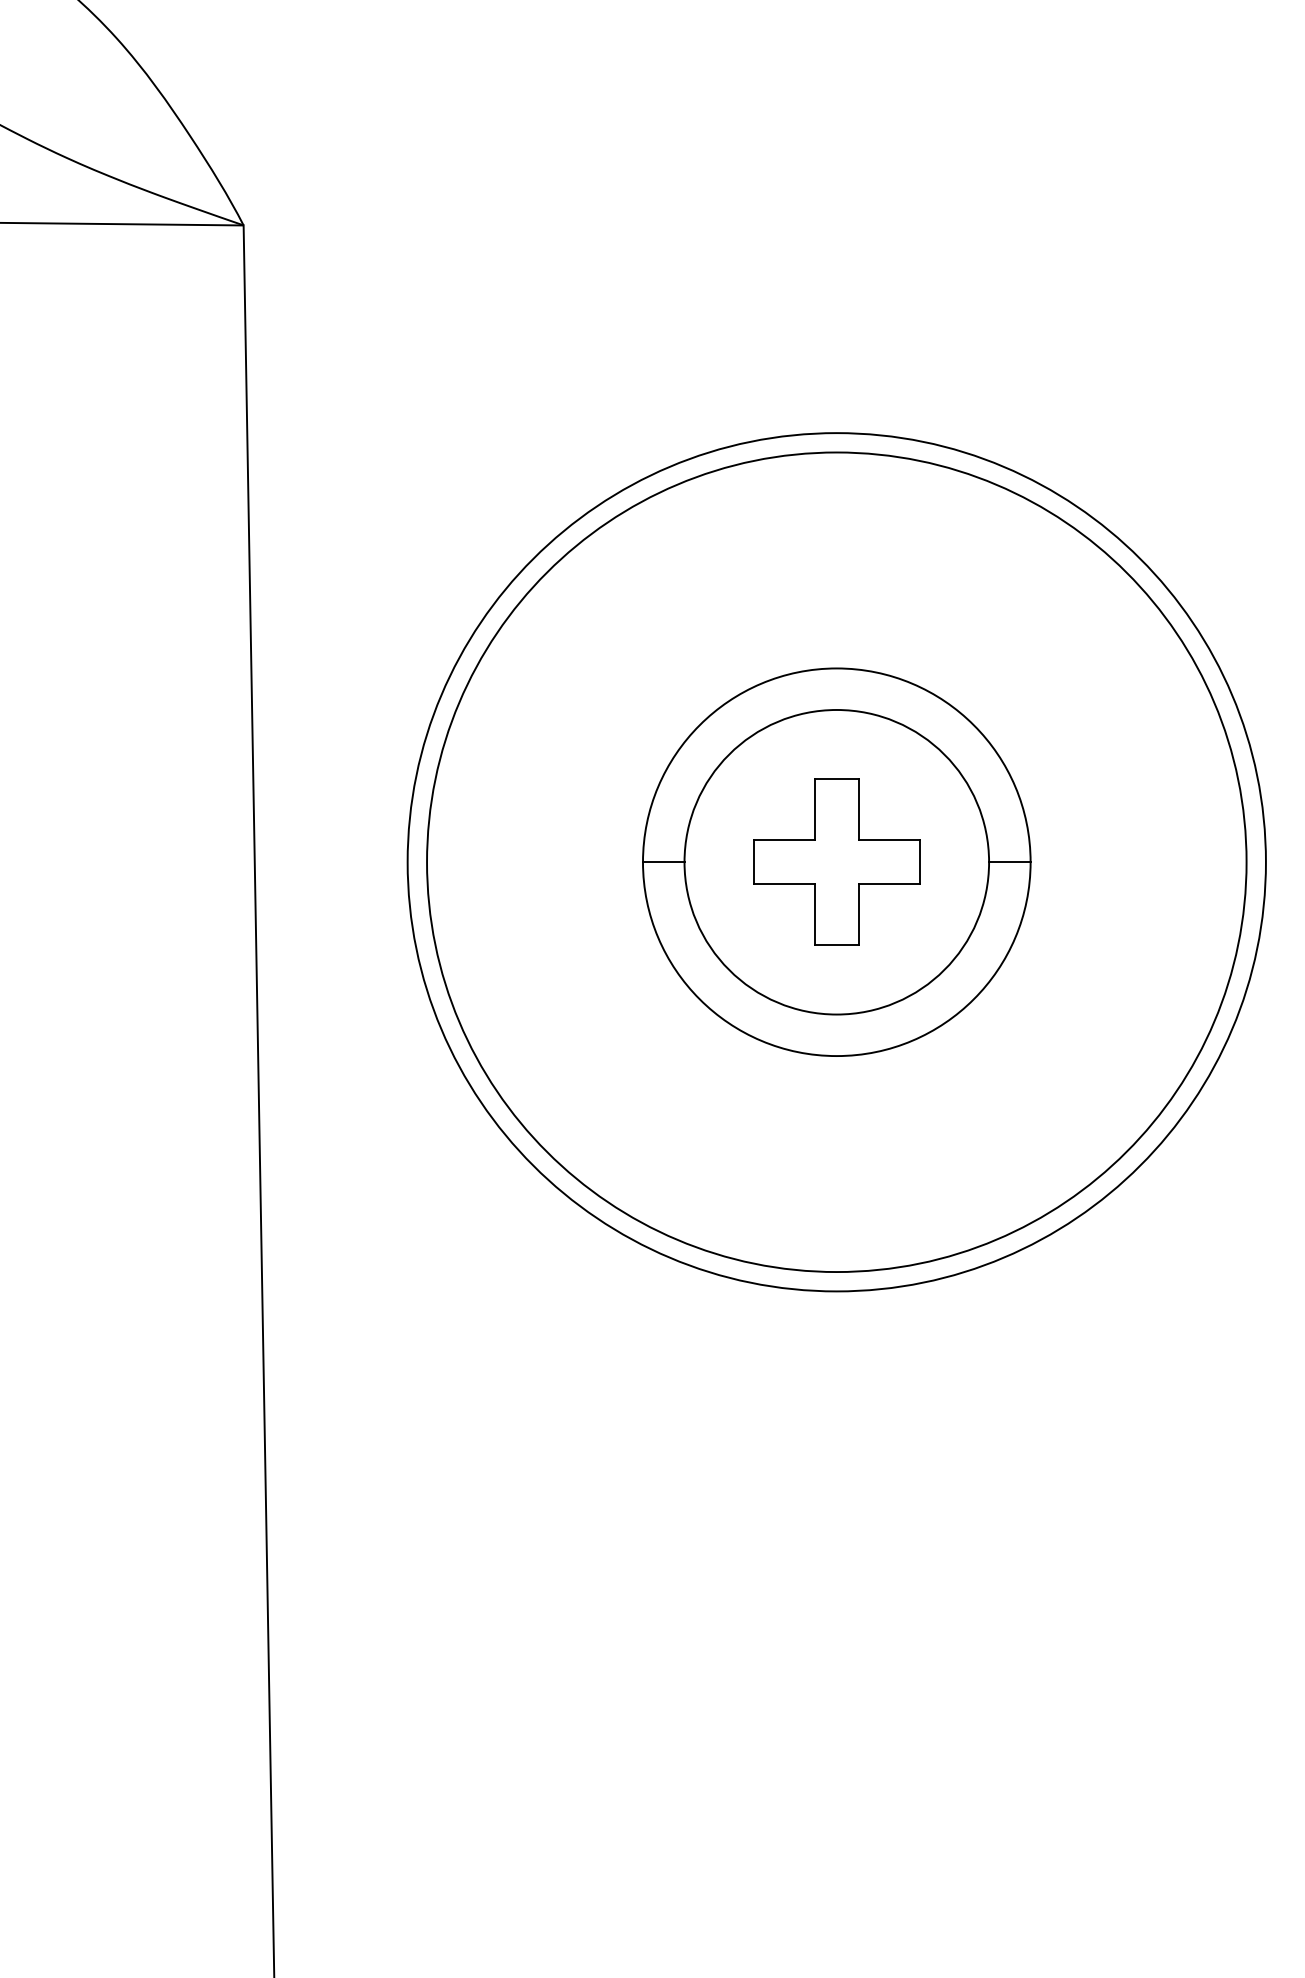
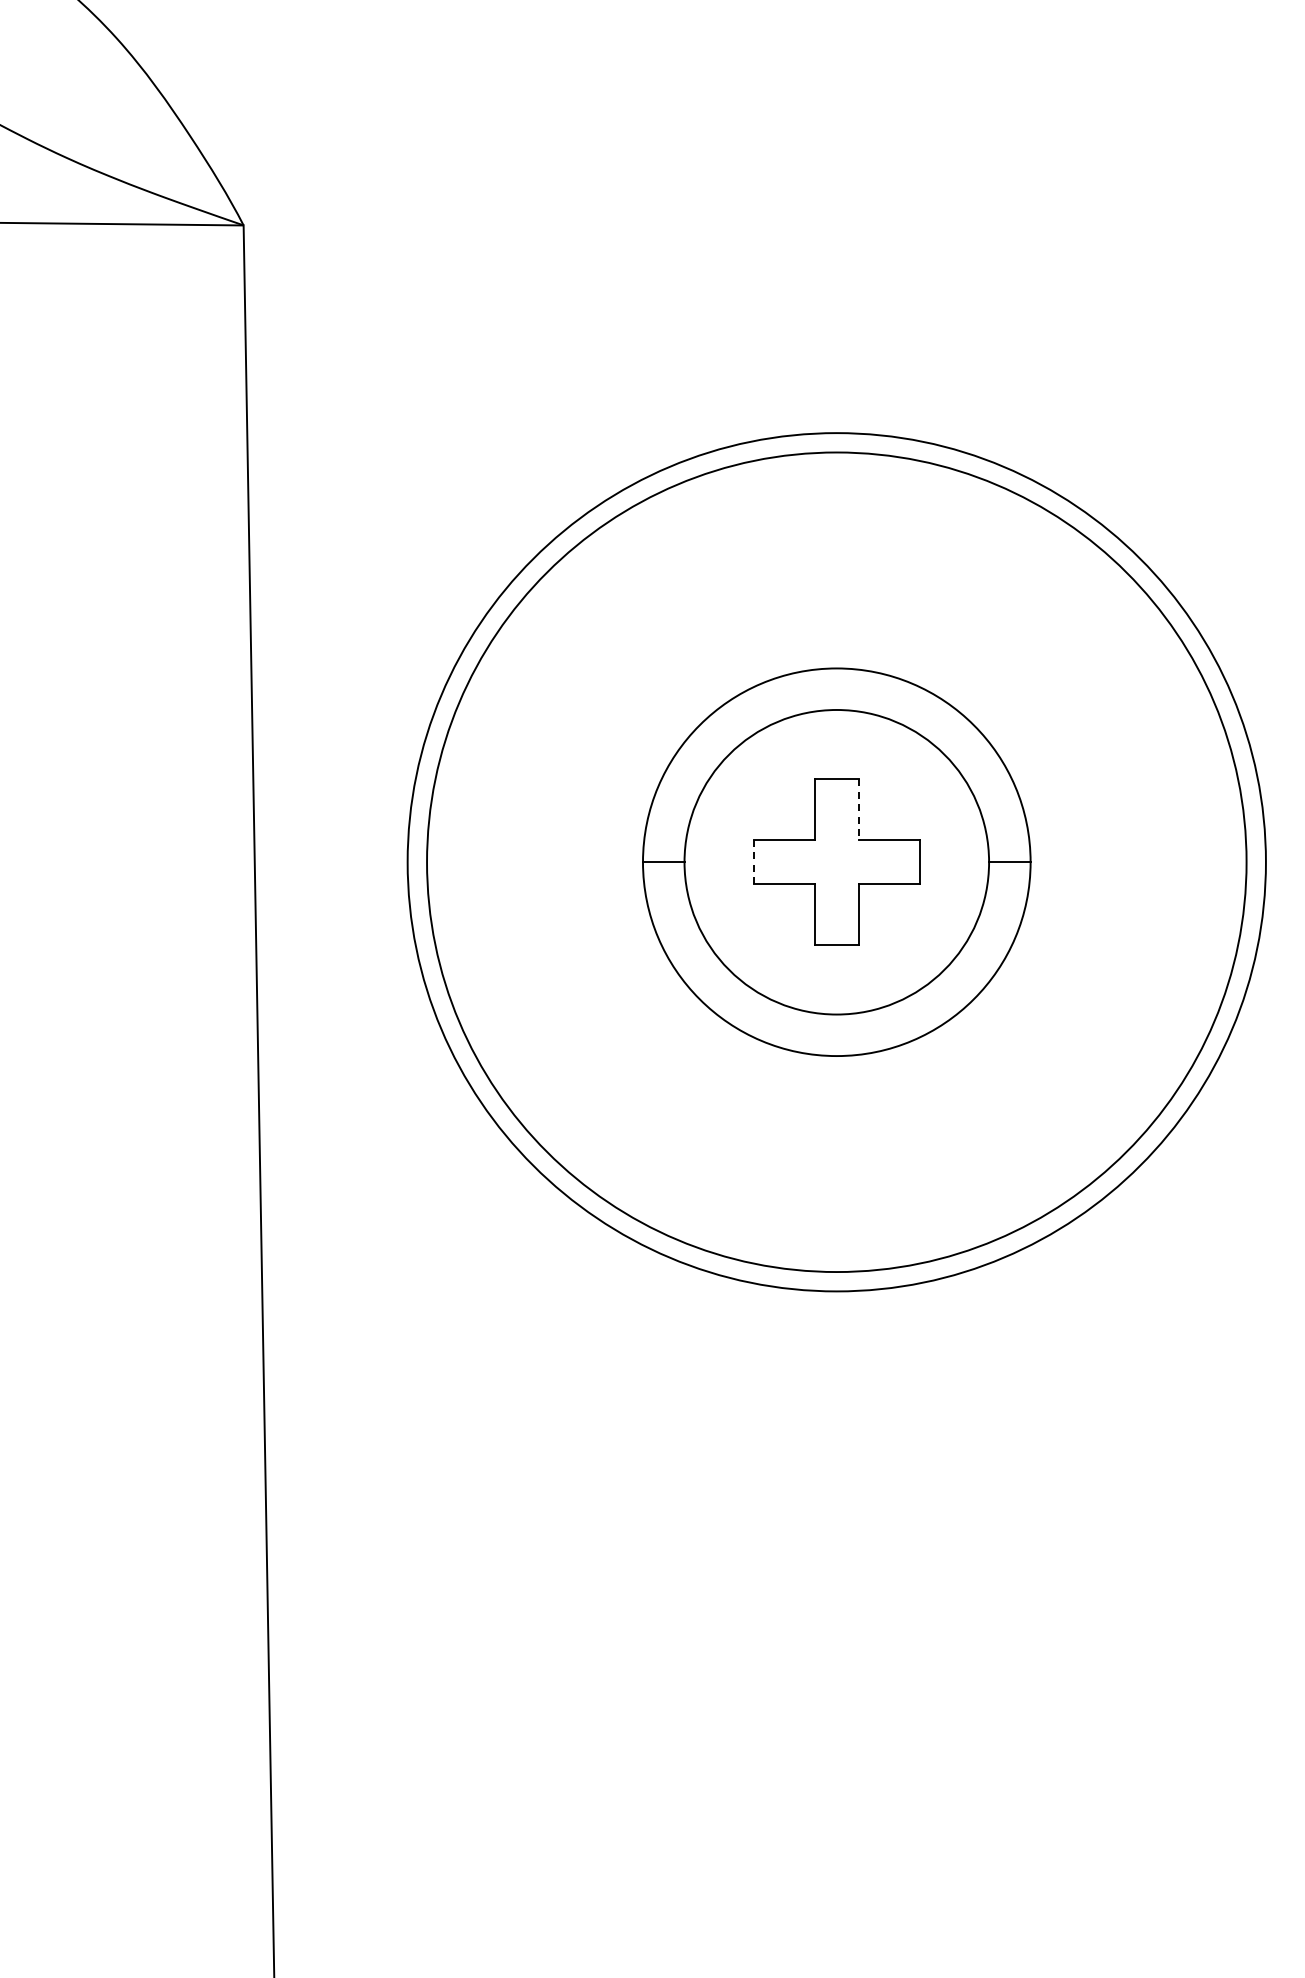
line at (858, 810): solid -> dashed
line at (753, 861): solid -> dashed
